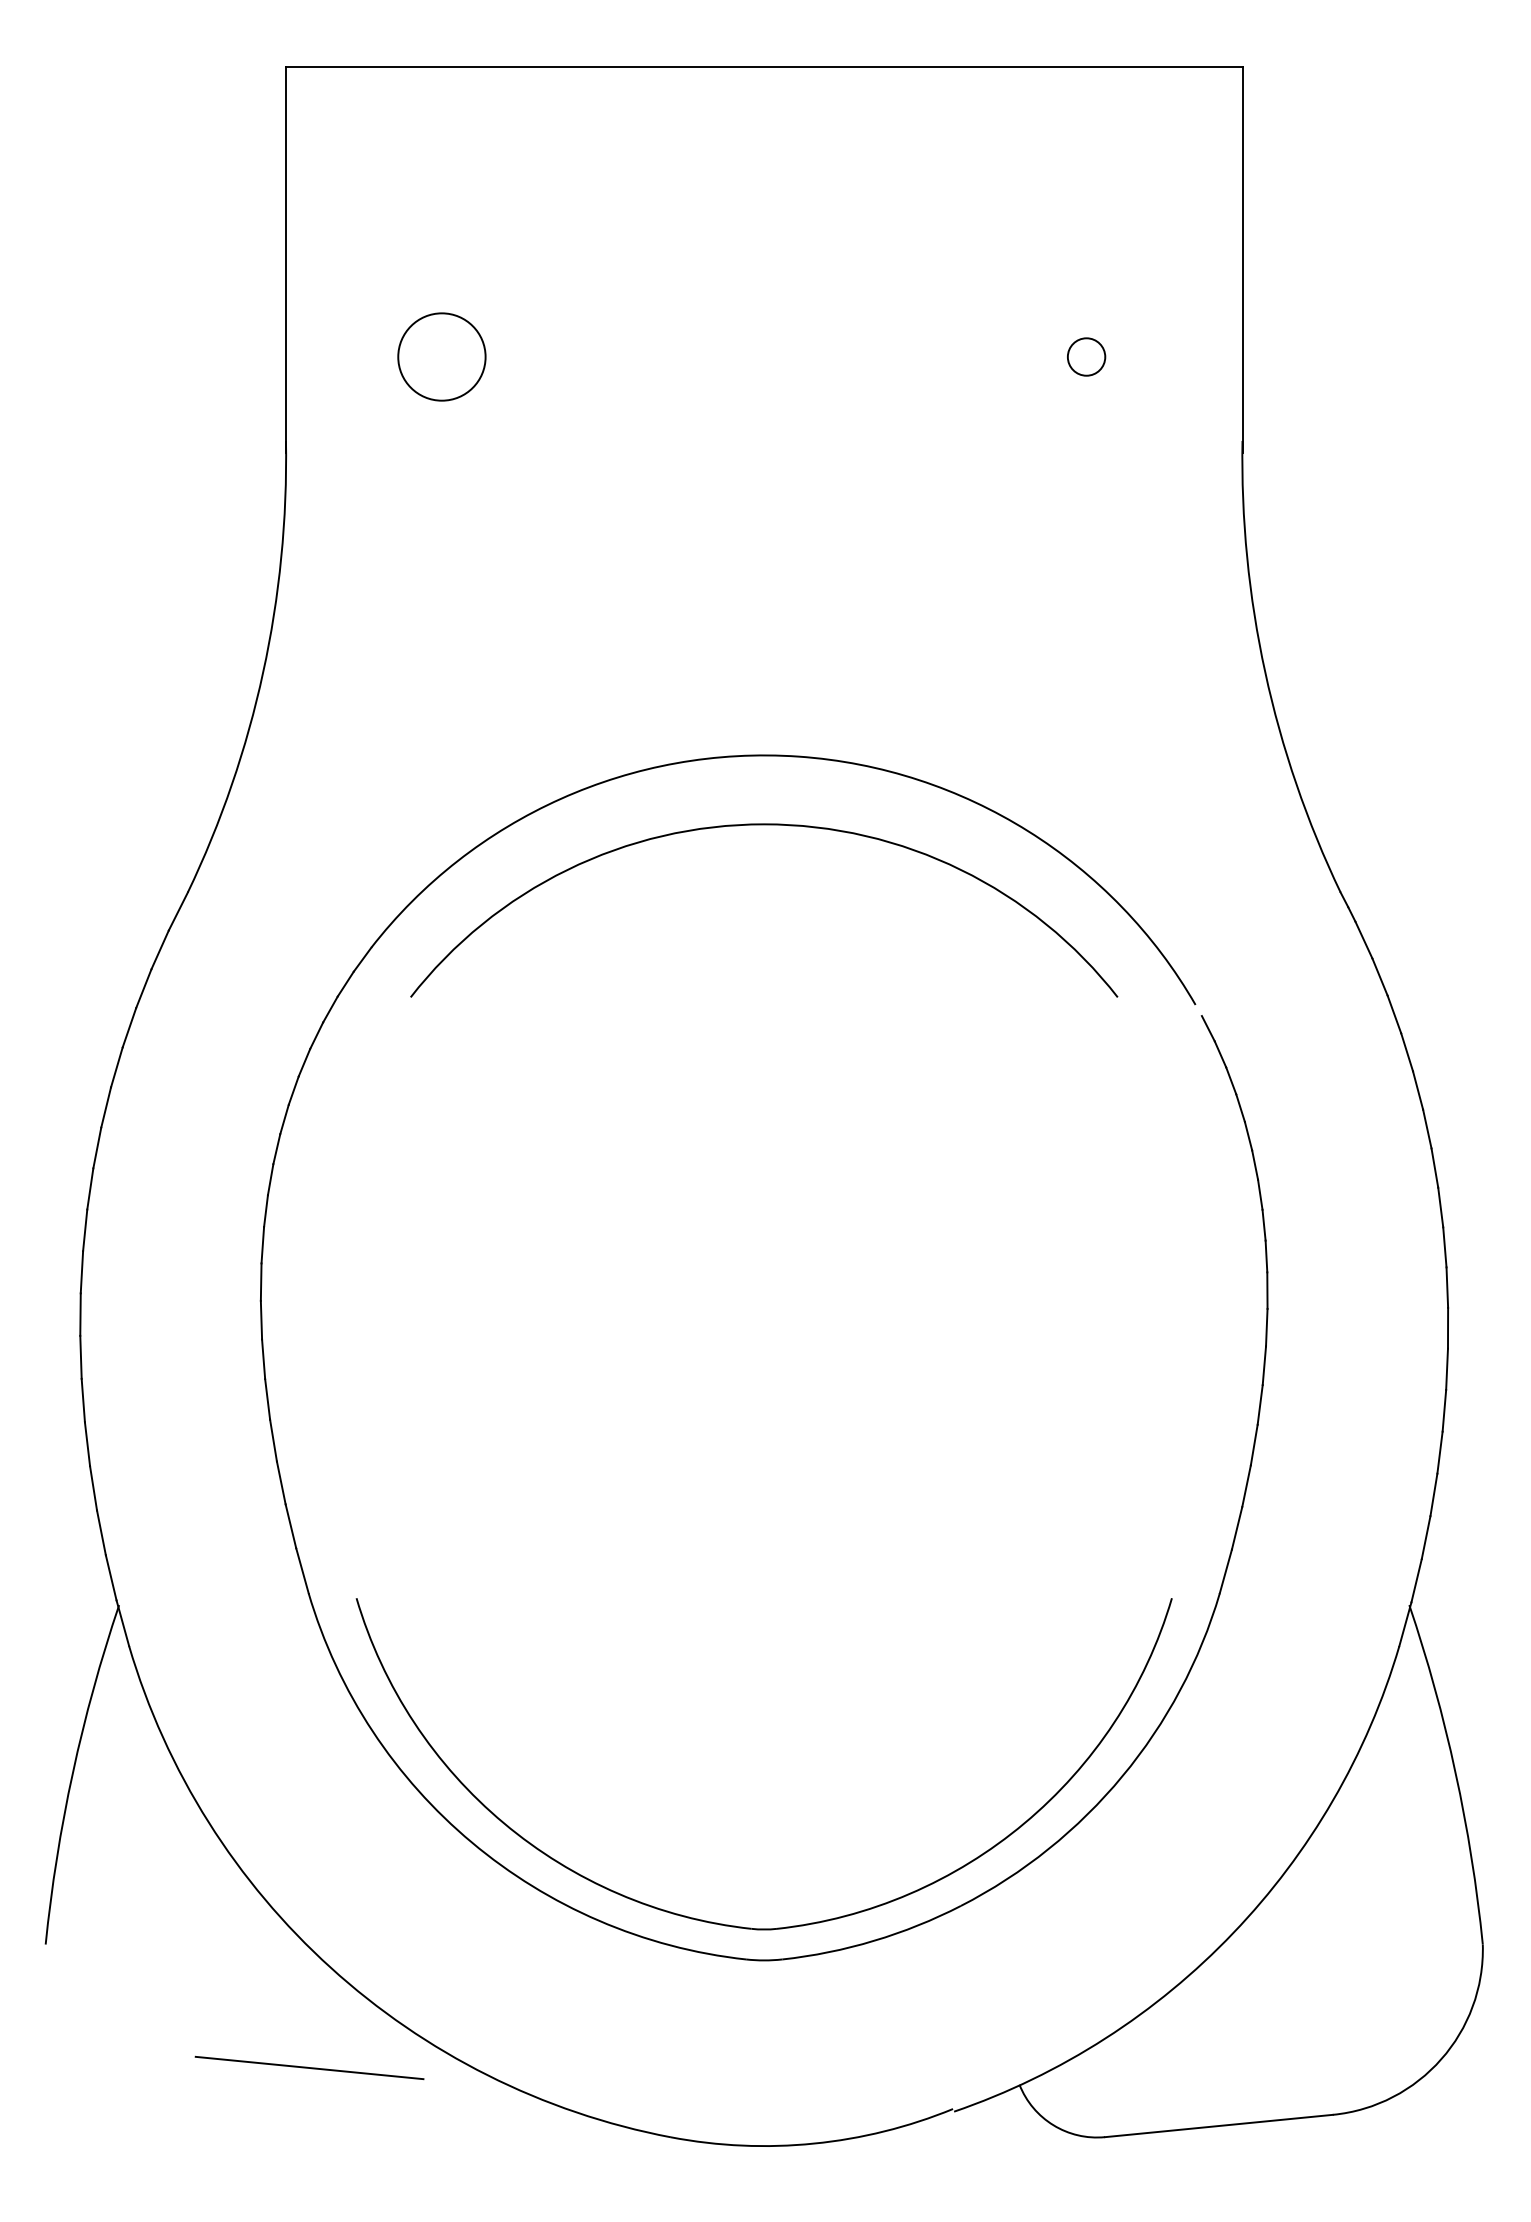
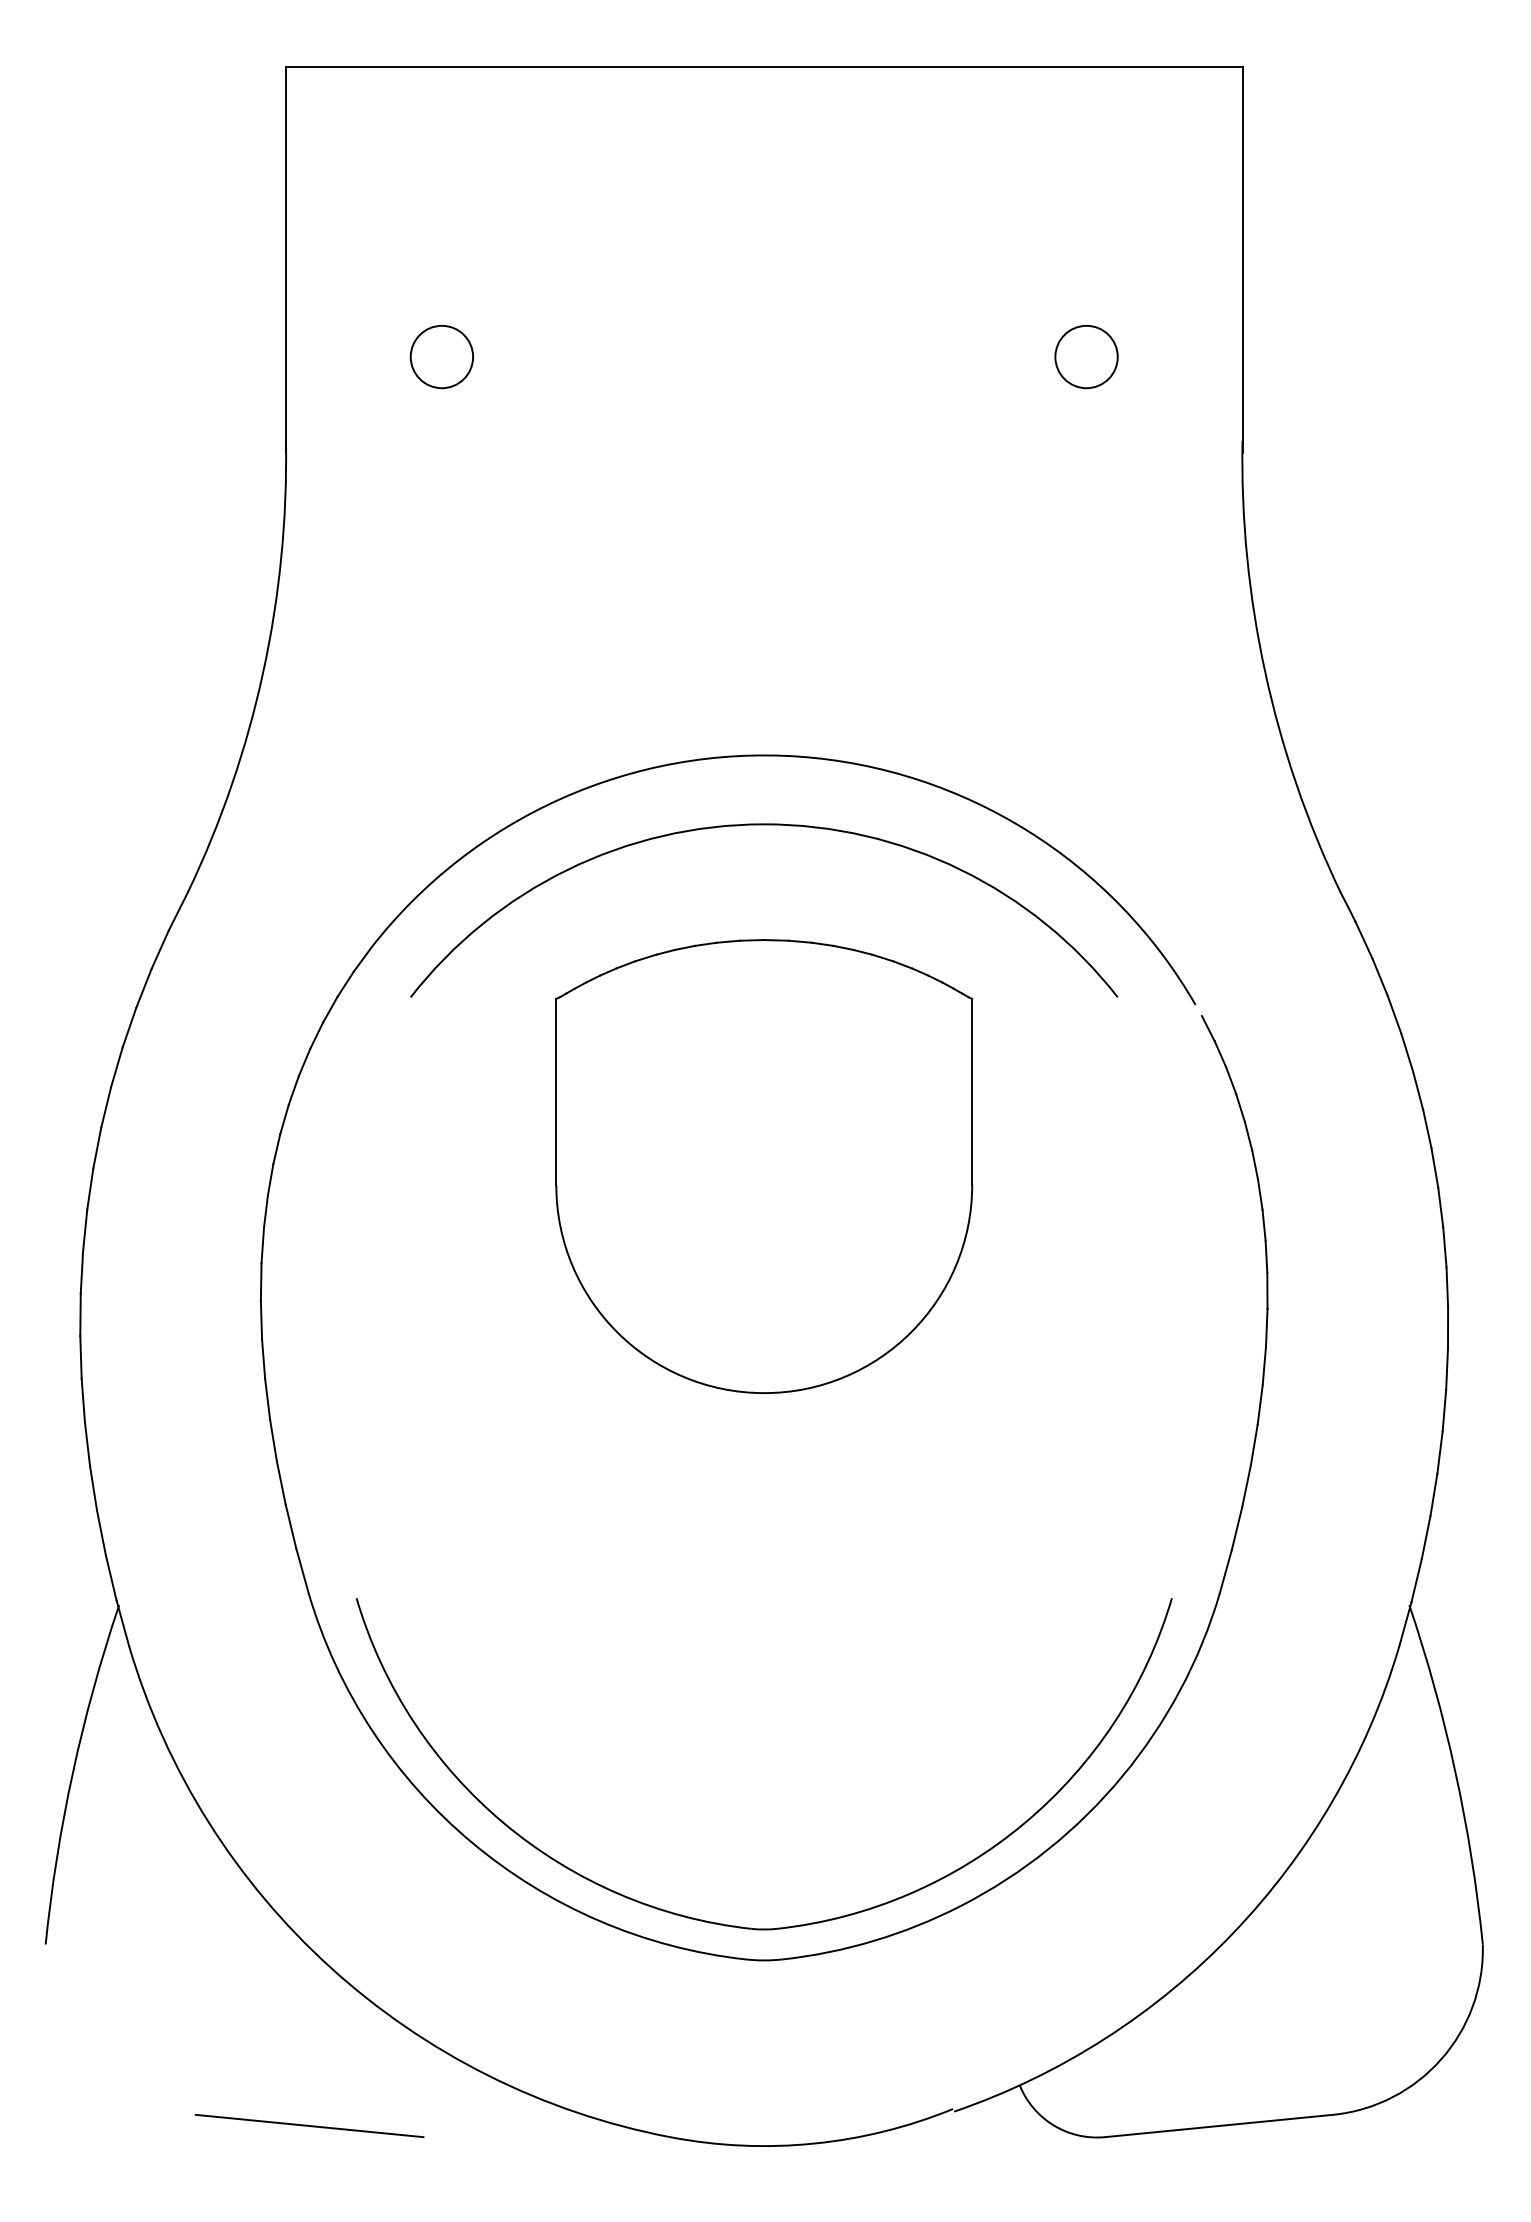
circle at (441, 356) diameter: 87 px -> 62 px
circle at (1086, 356) diameter: 37 px -> 62 px
part at (764, 1166): none -> present
line at (309, 2067) position: (309, 2067) -> (309, 2125)
